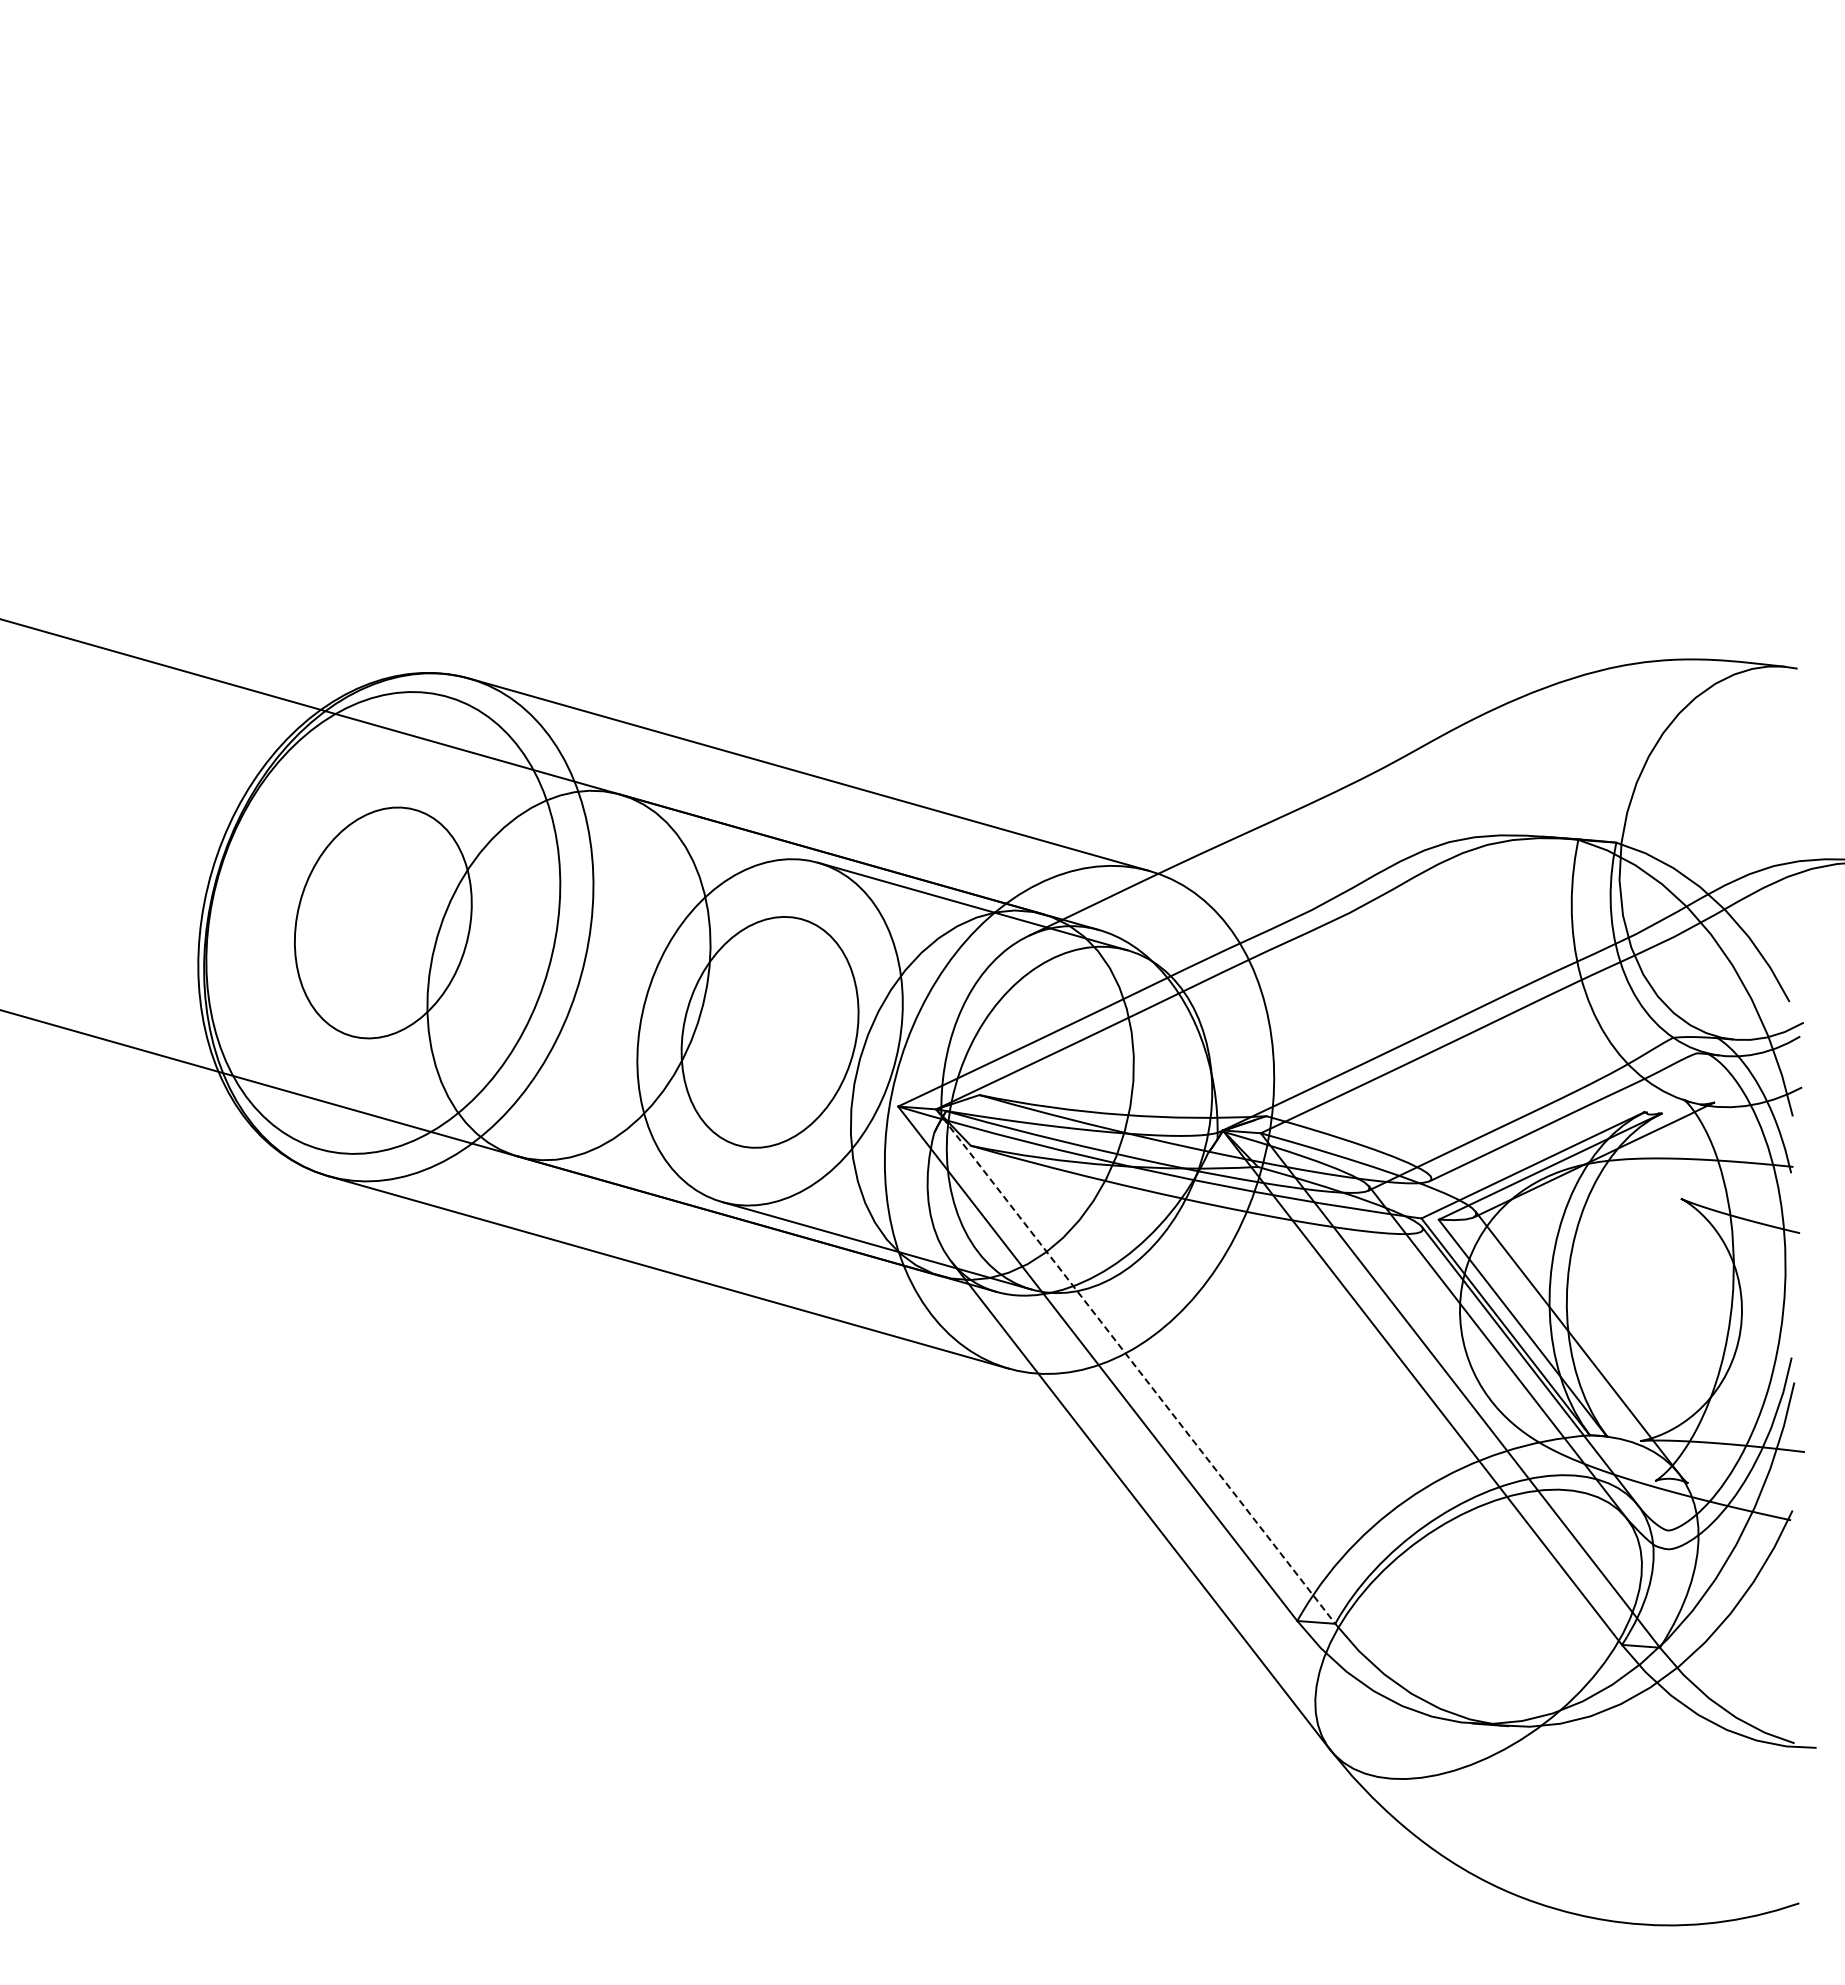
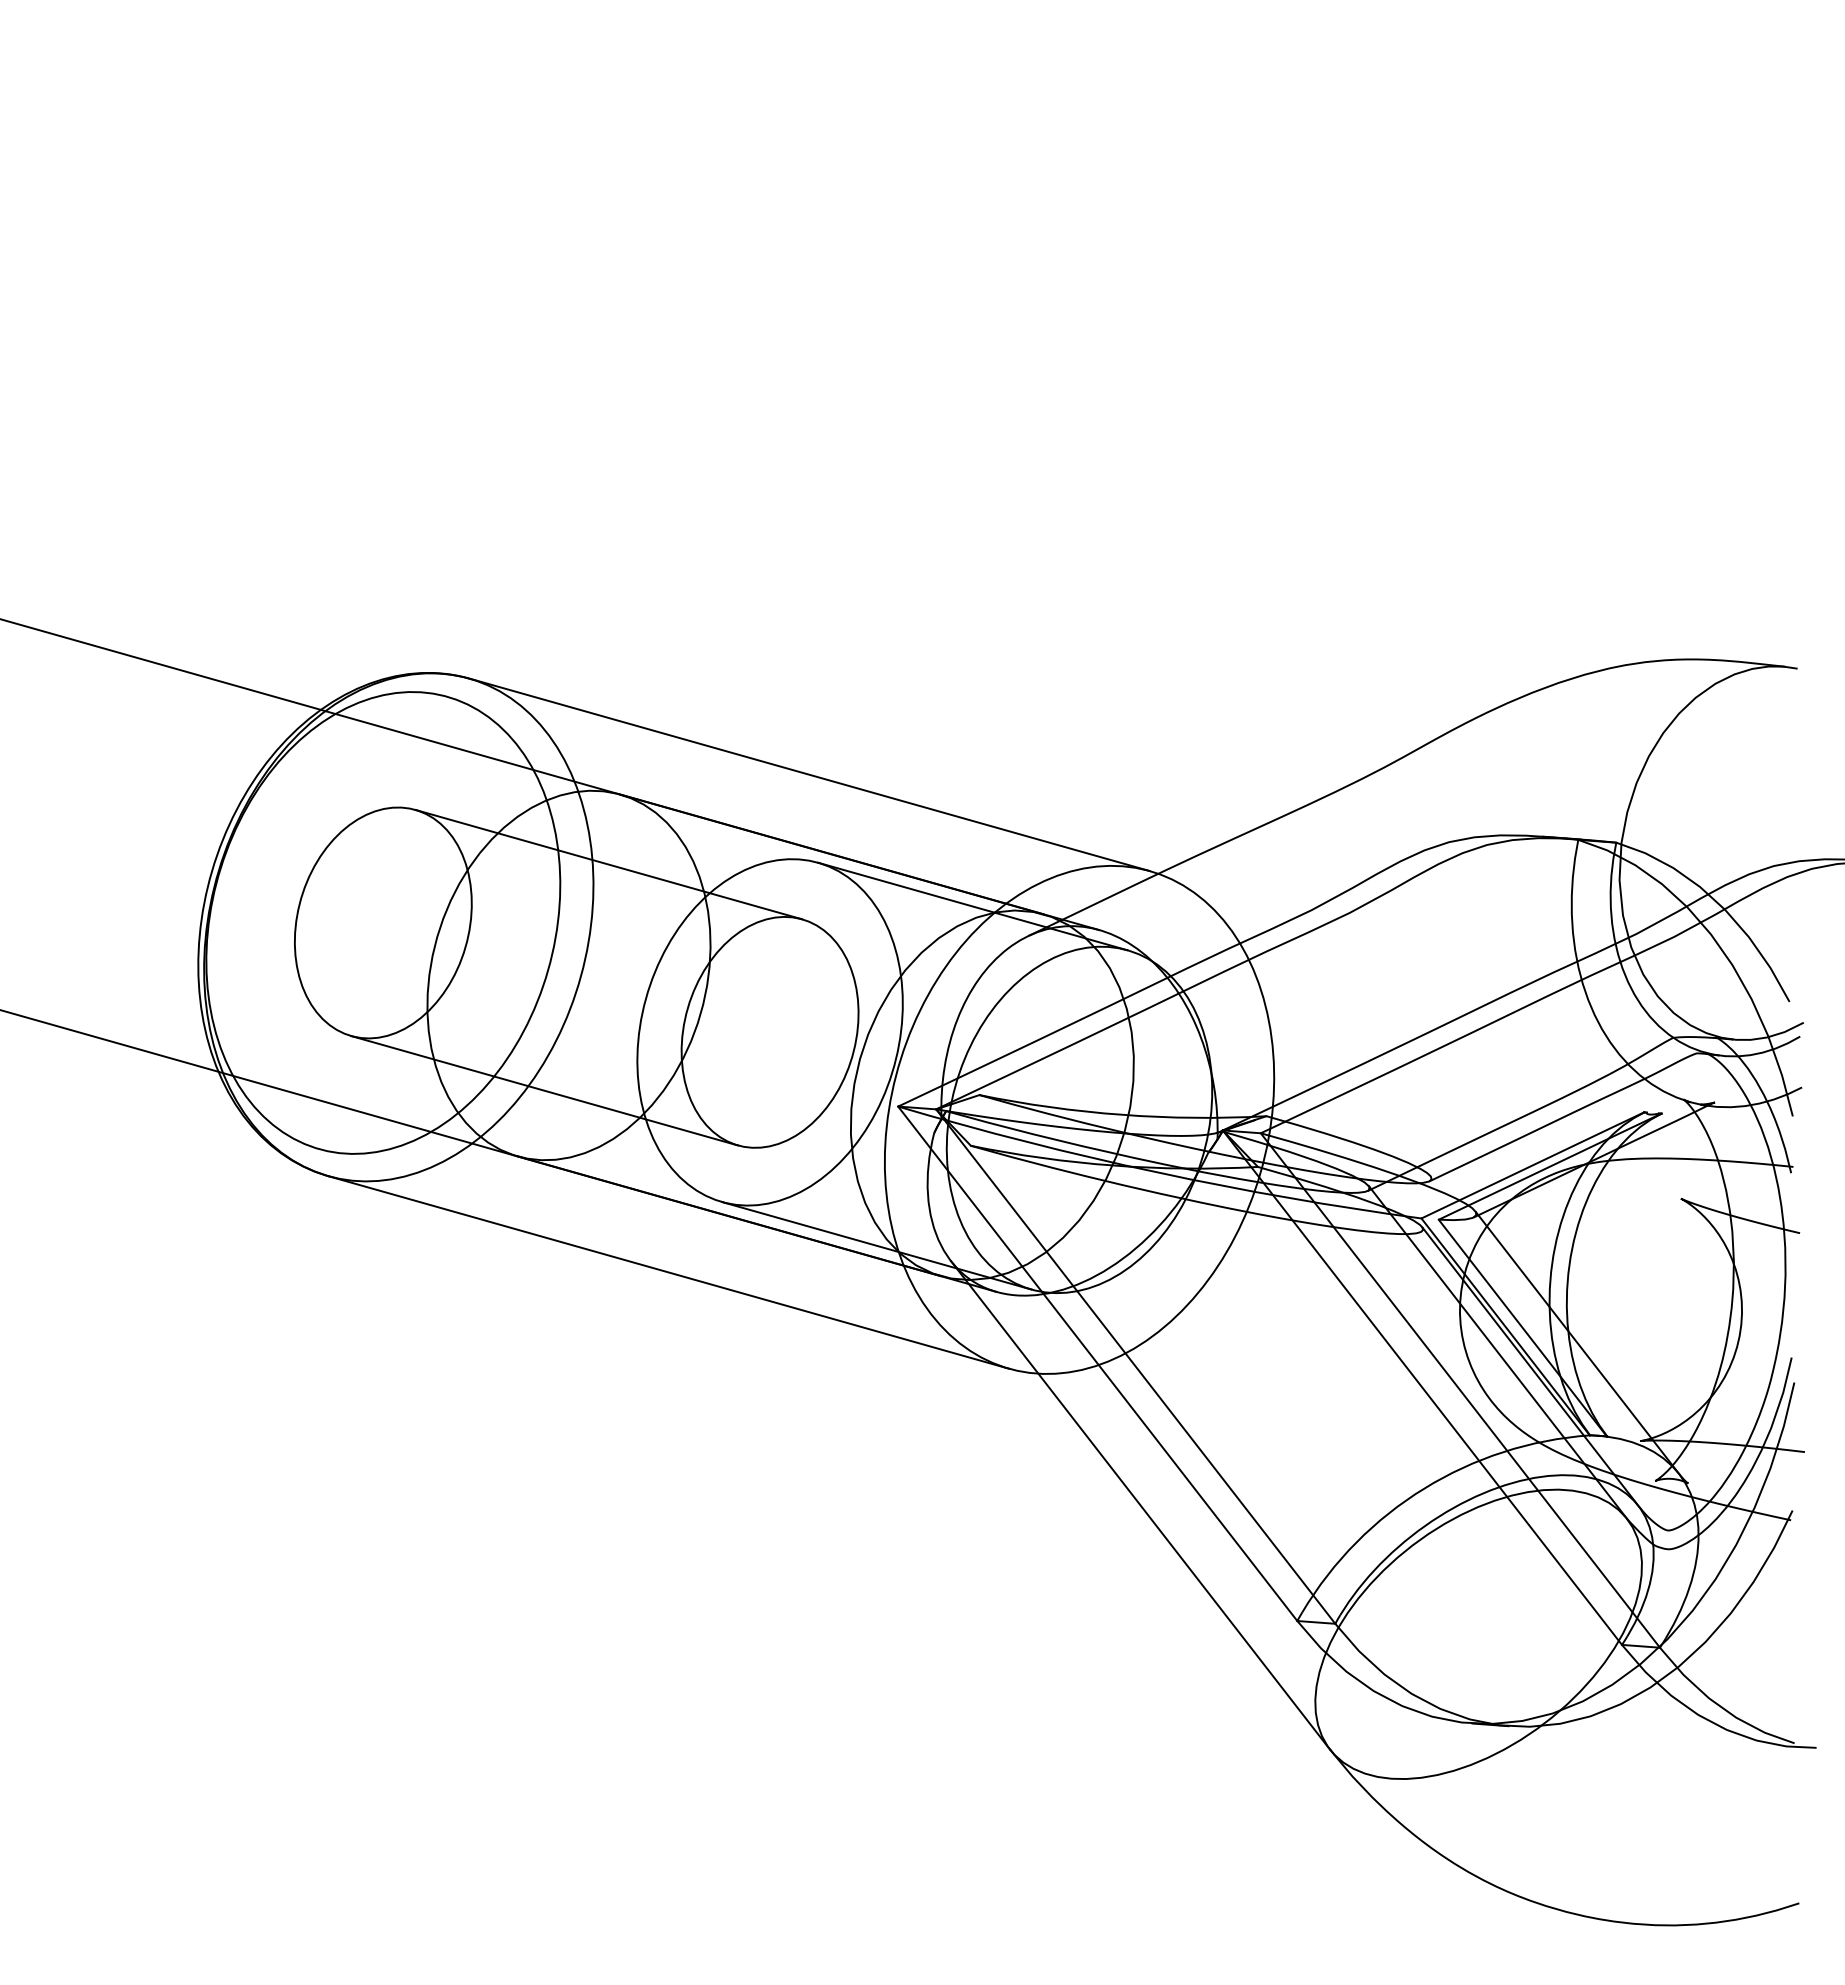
line at (608, 864): none -> present
line at (544, 1090): none -> present
line at (1135, 1366): dashed -> solid
